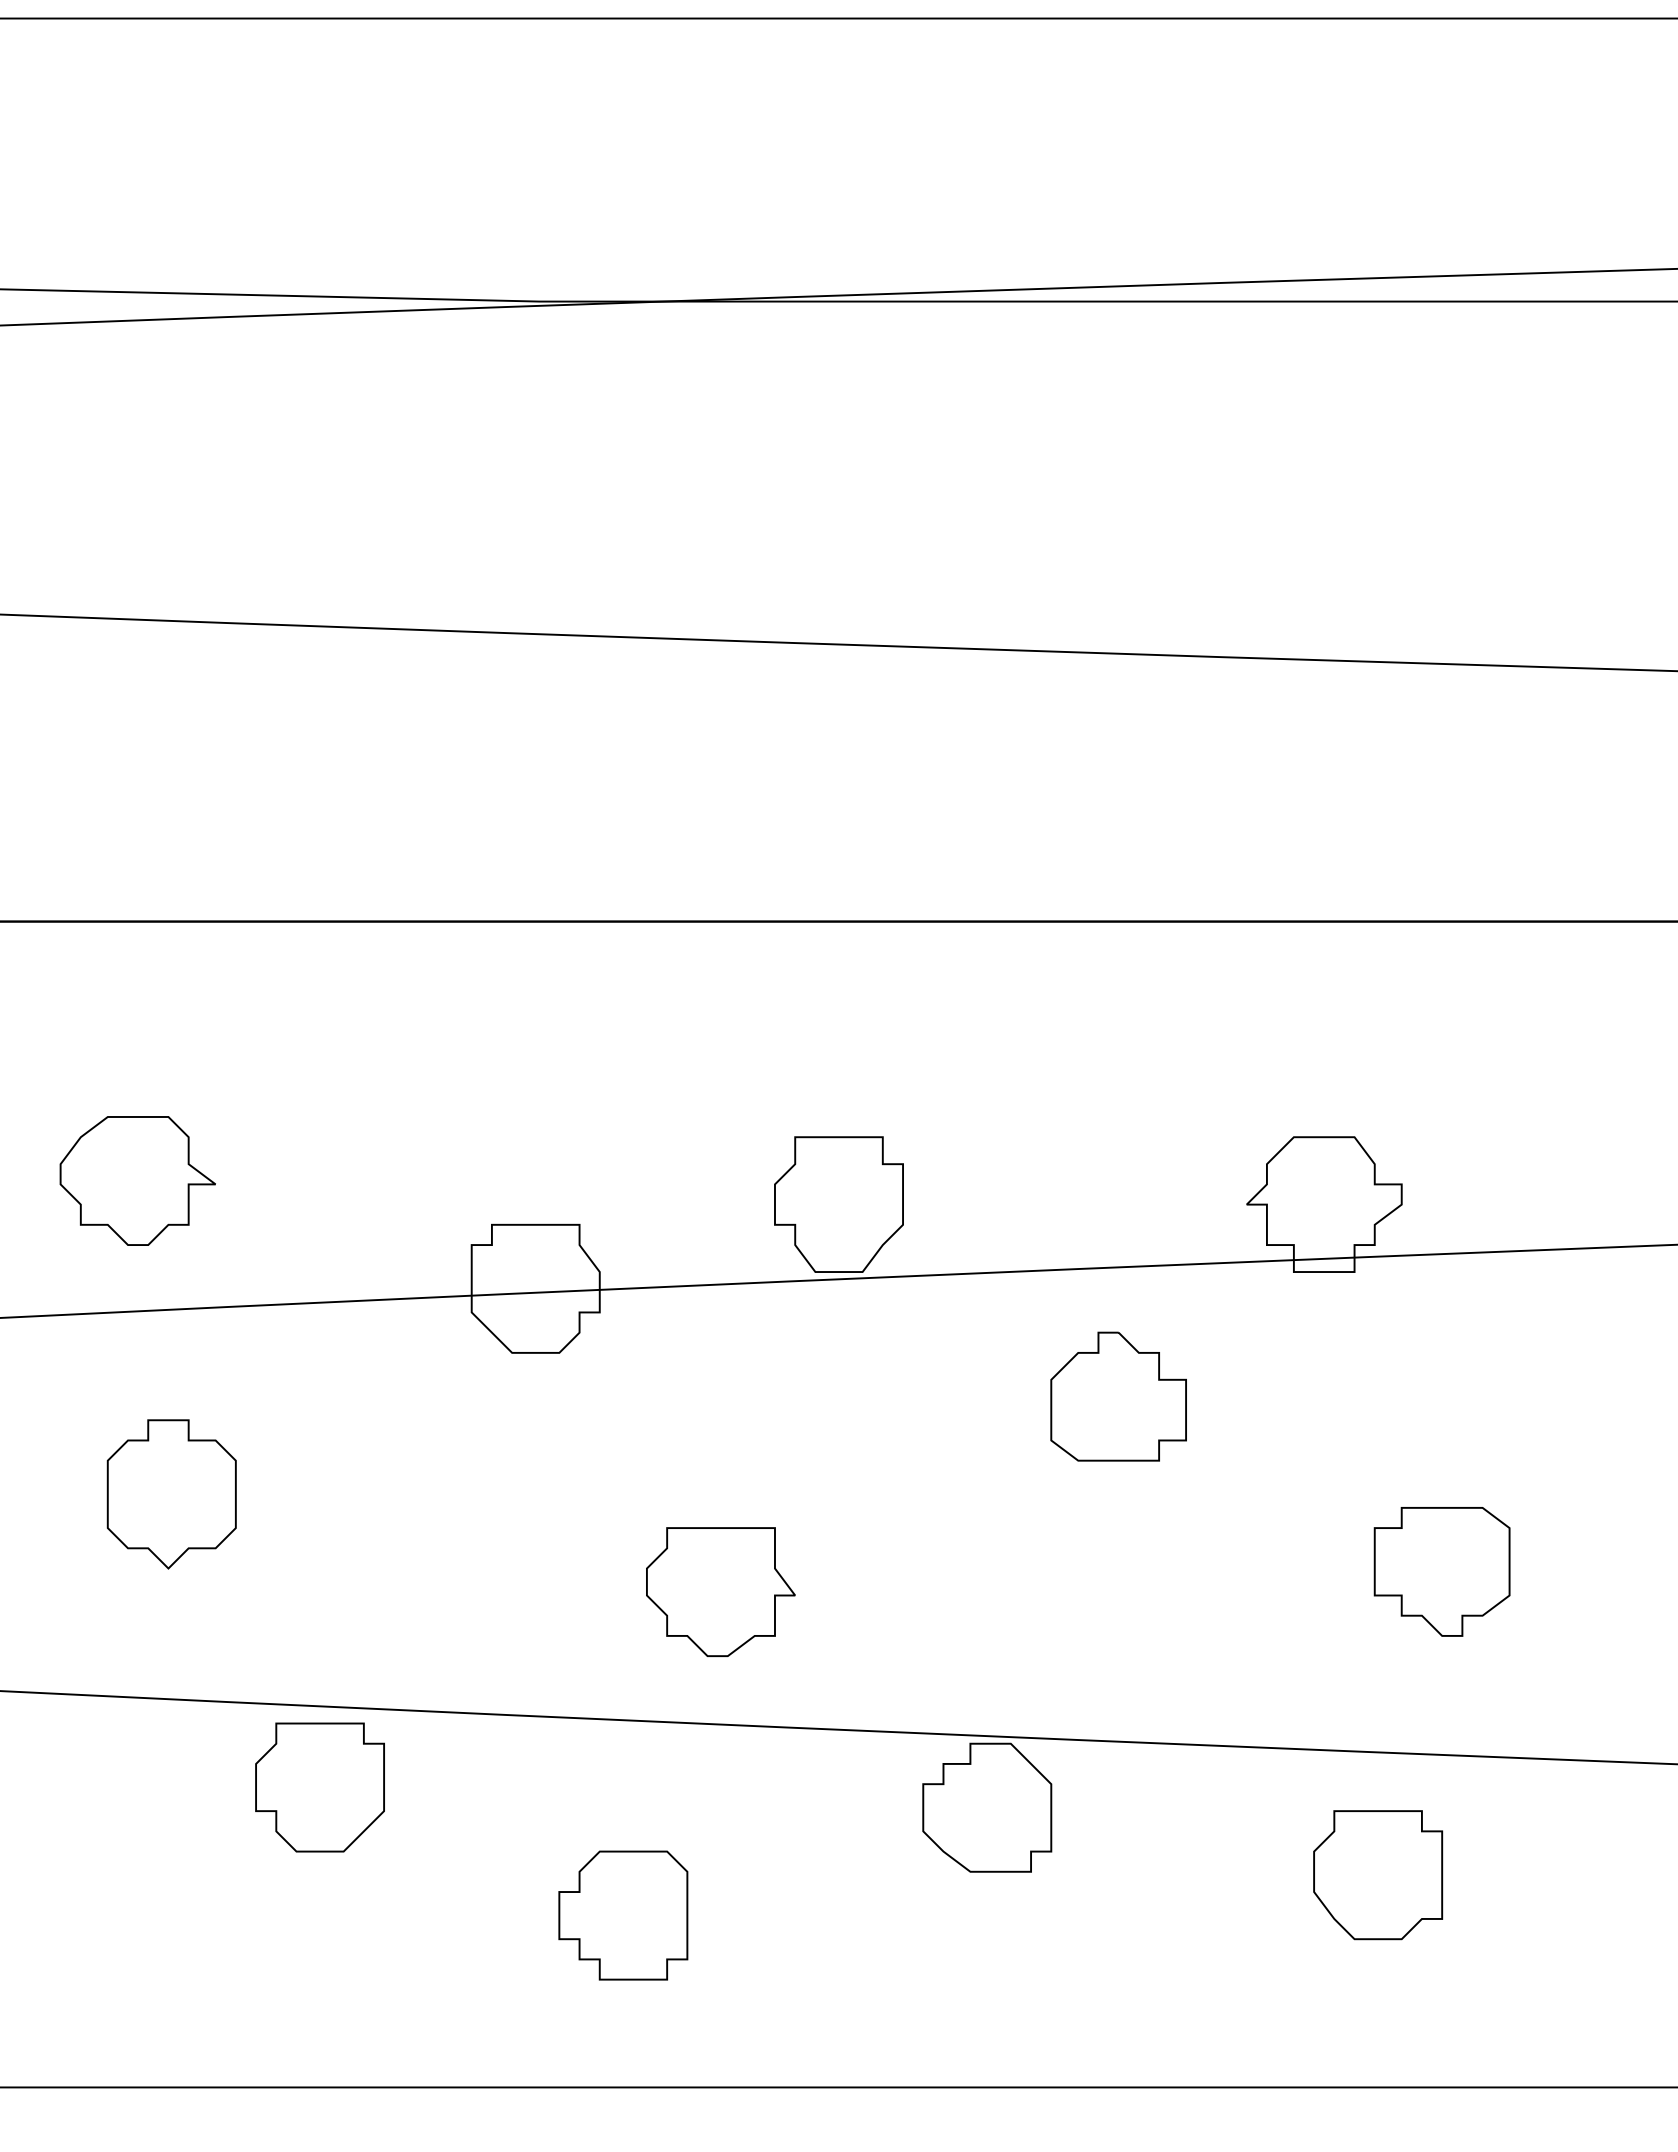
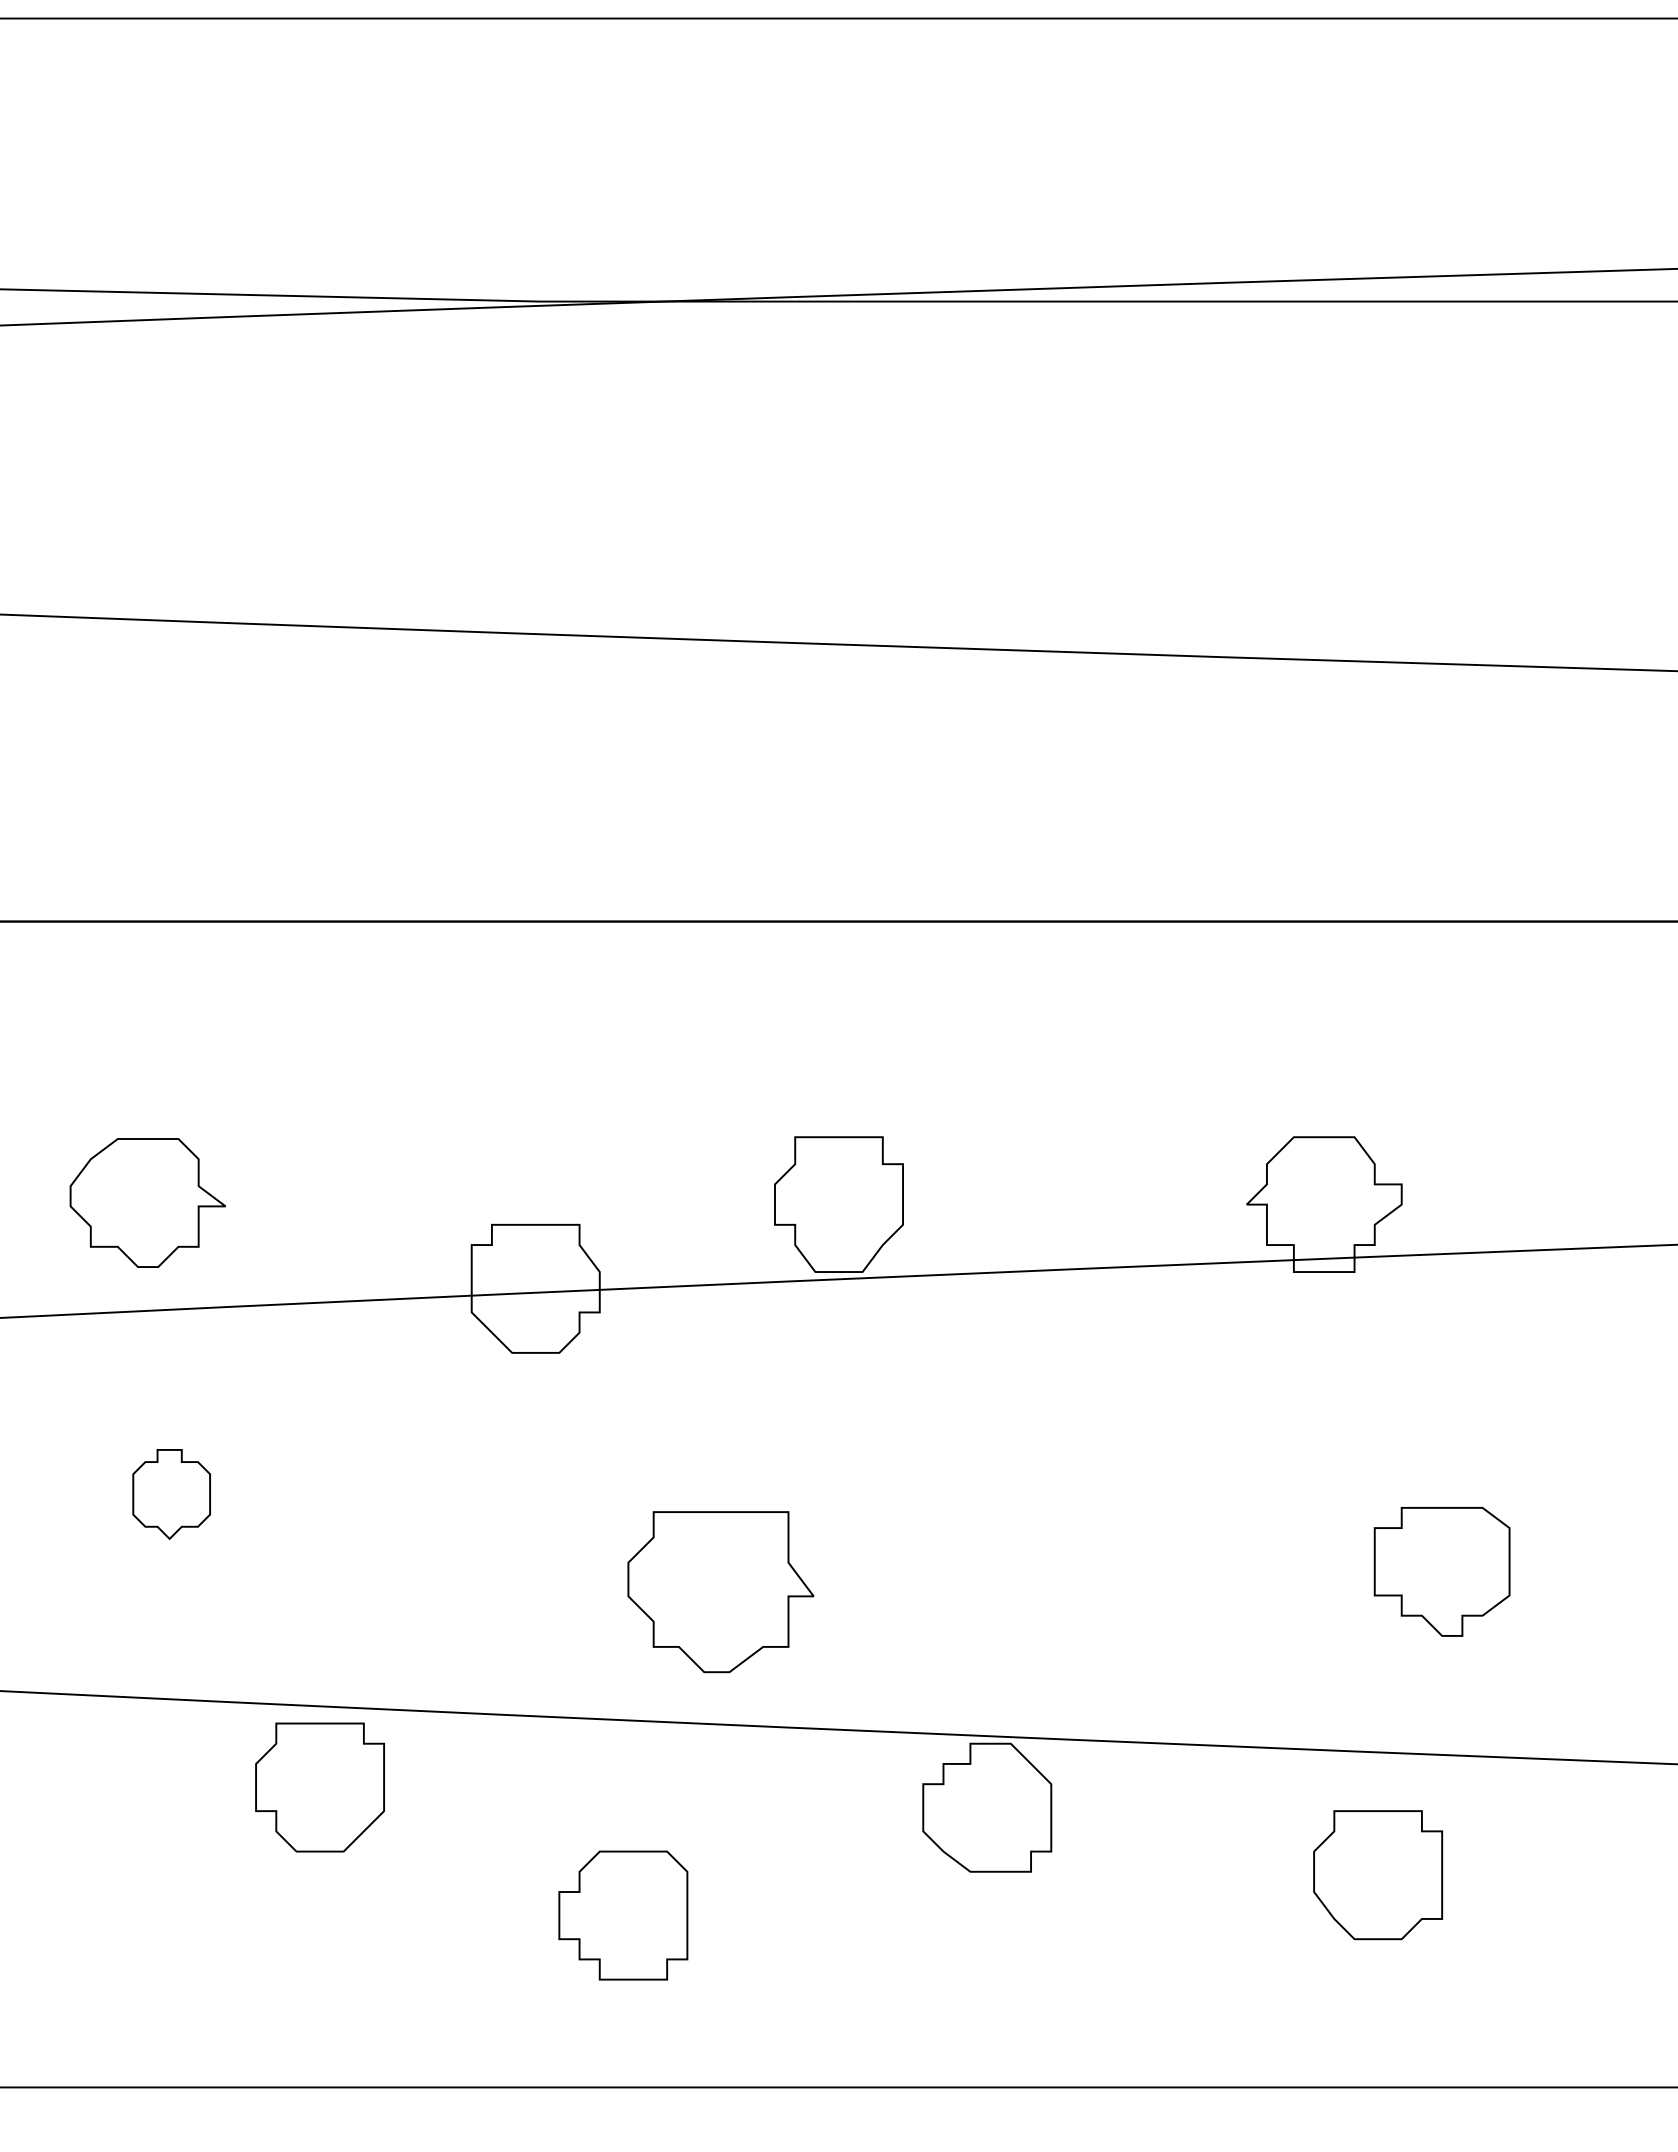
part at (137, 1180) position: (137, 1180) -> (147, 1202)
part at (1118, 1396): present -> none
part at (171, 1494) size: 131x151 px -> 79x91 px
part at (720, 1591) size: 150x130 px -> 188x163 px
